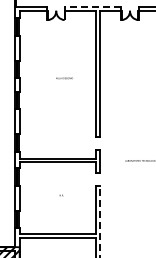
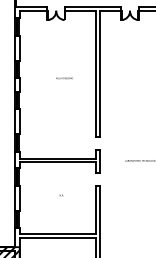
line at (92, 6): dashed -> solid
line at (100, 221): dashed -> solid
